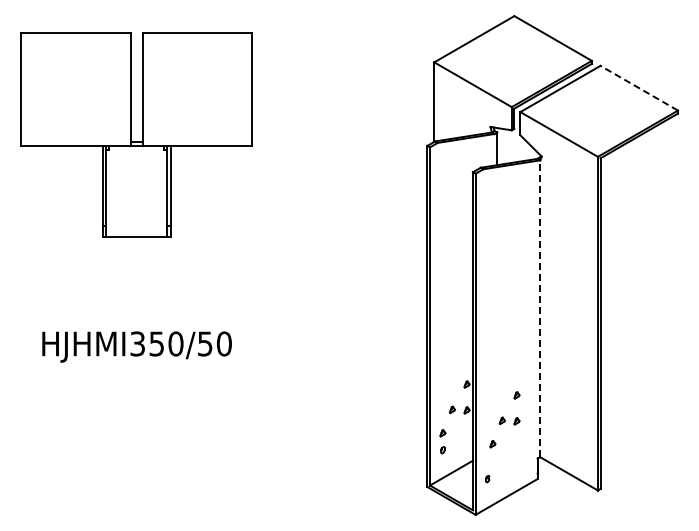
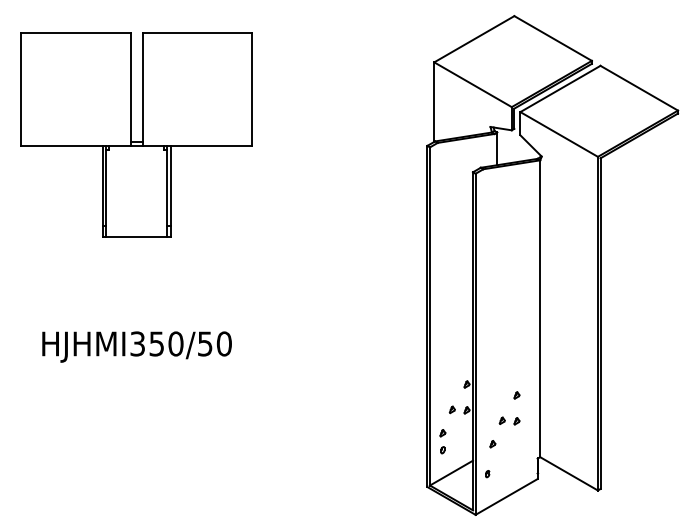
line at (639, 88): dashed -> solid
line at (540, 308): dashed -> solid
part at (487, 479) position: (487, 479) -> (487, 474)
